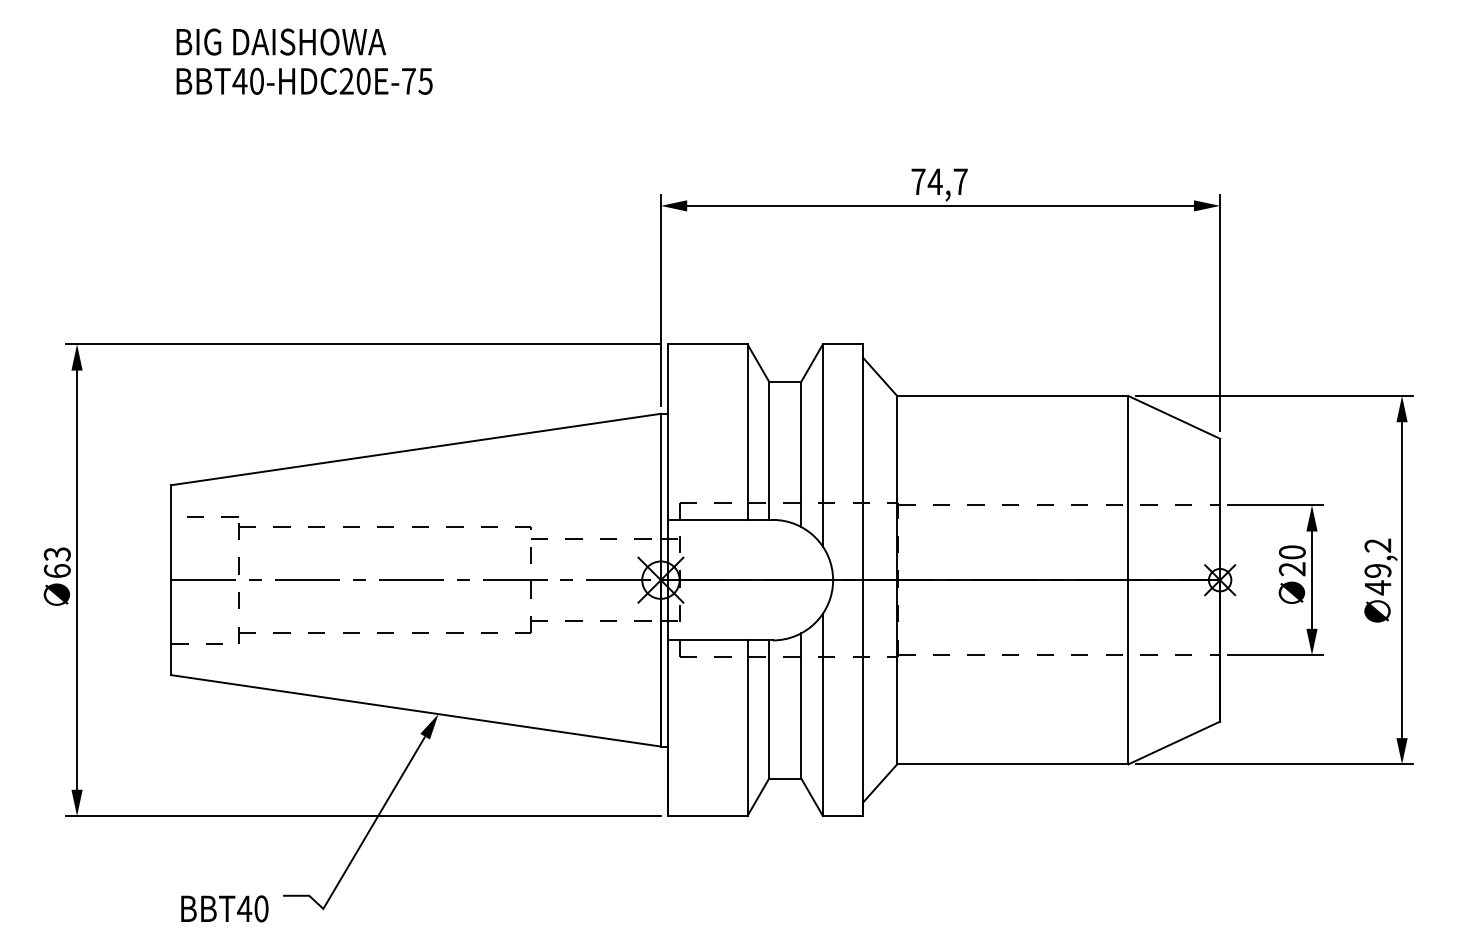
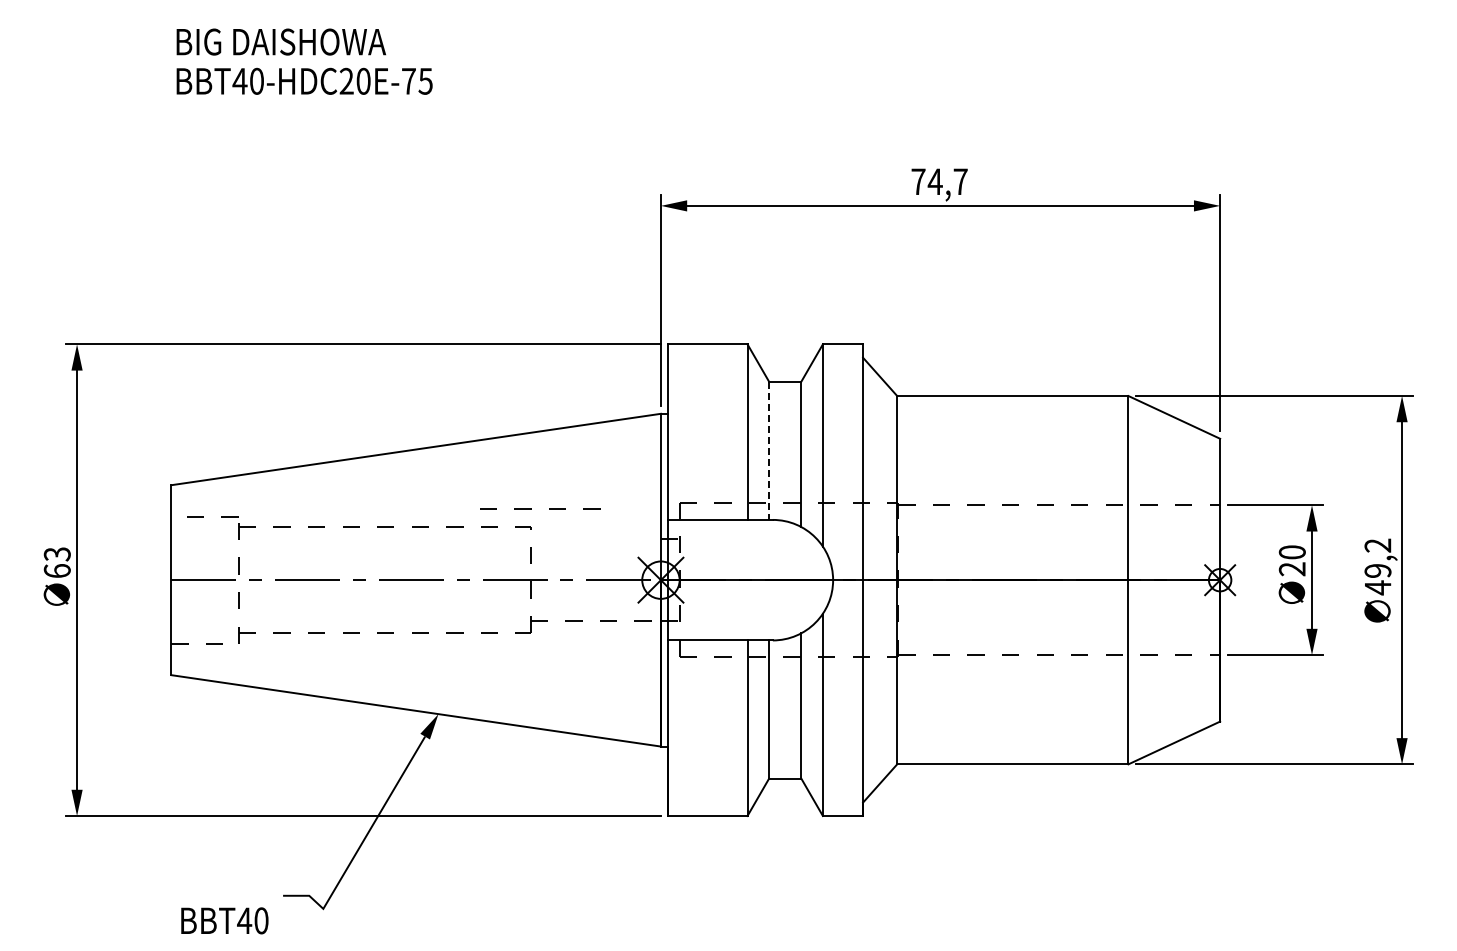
line at (769, 451): solid -> dashed
line at (582, 538) position: (582, 538) -> (531, 508)
text at (224, 908) position: (224, 908) -> (224, 920)
